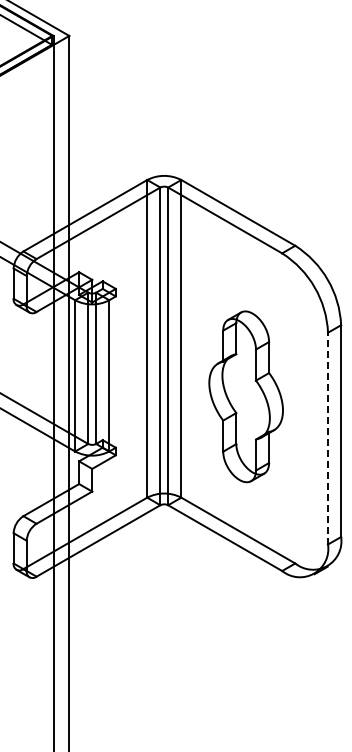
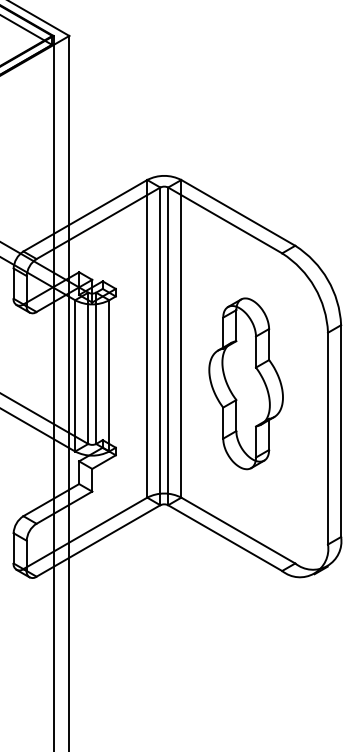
part at (245, 396) position: (245, 396) -> (245, 383)
line at (328, 438): dashed -> solid
